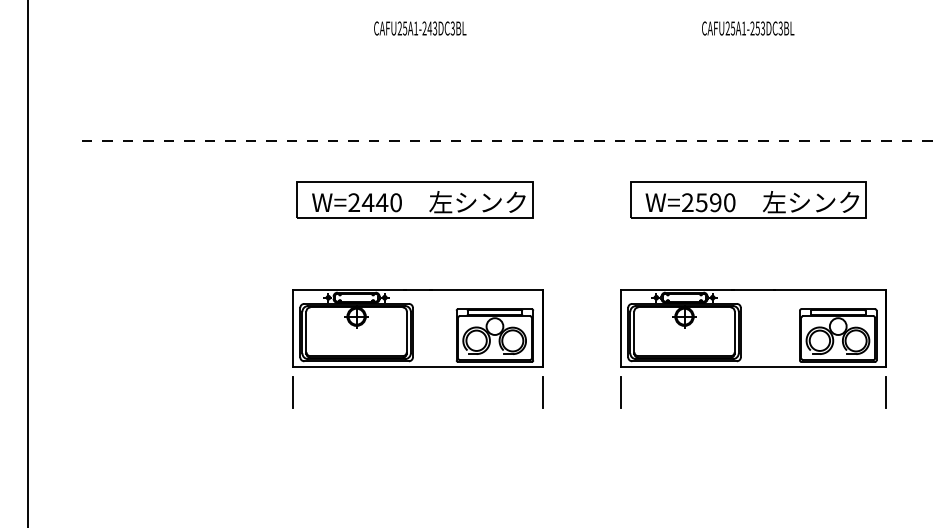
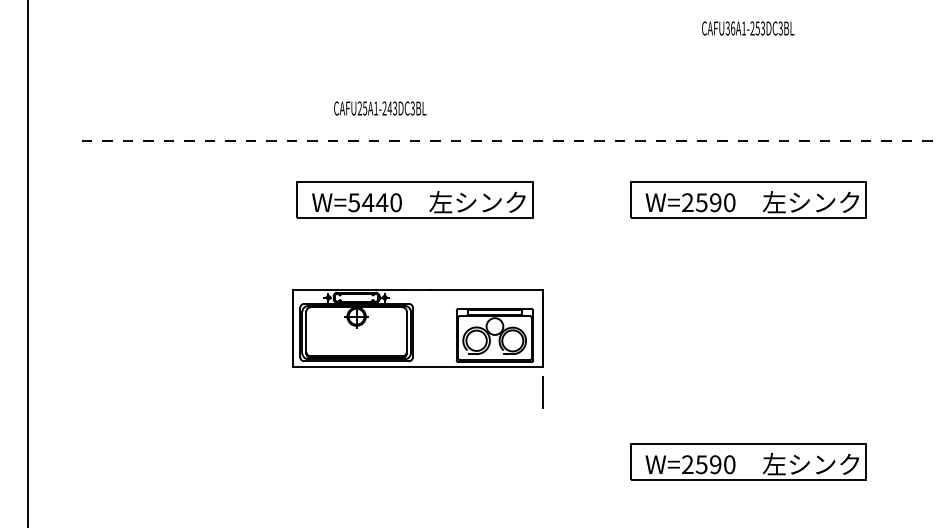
text at (420, 28) position: (420, 28) -> (380, 108)
text at (730, 28): CAFU25A1-253DC3BL -> CAFU36A1-253DC3BL
text at (353, 202): W=2440 -> W=5440
part at (753, 328): present -> none
line at (293, 391): present -> none
line at (621, 391): present -> none
line at (886, 391): present -> none
part at (748, 461): none -> present
